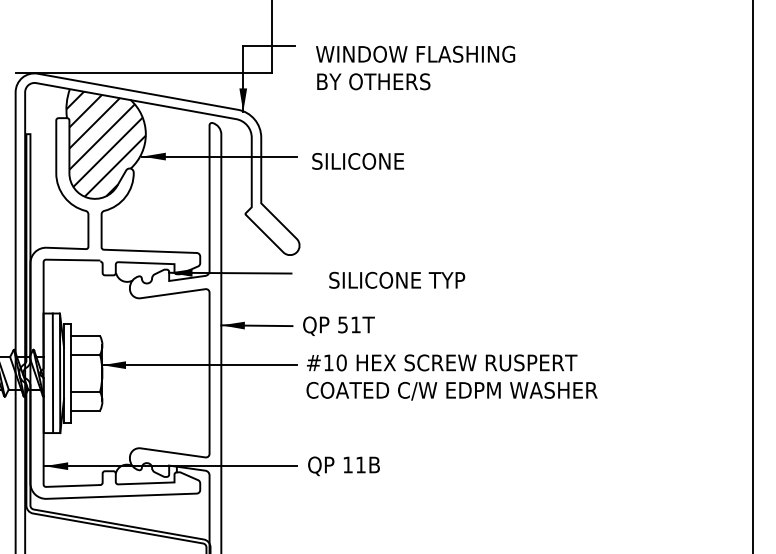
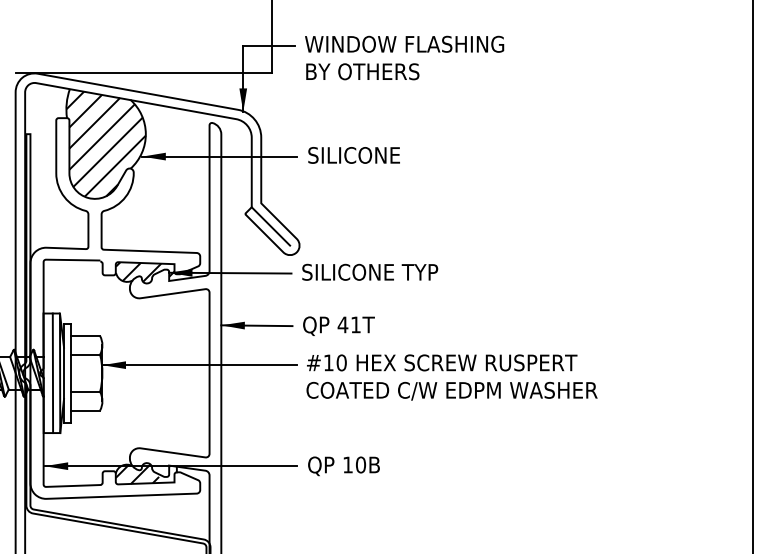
text at (415, 67) position: (415, 67) -> (404, 57)
text at (357, 161) position: (357, 161) -> (353, 155)
line at (270, 226): none -> present
hatch at (145, 271): none -> present
text at (397, 279) position: (397, 279) -> (370, 271)
text at (342, 324): 51T -> 41T
text at (361, 464): 11B -> 10B
hatch at (142, 473): none -> present
